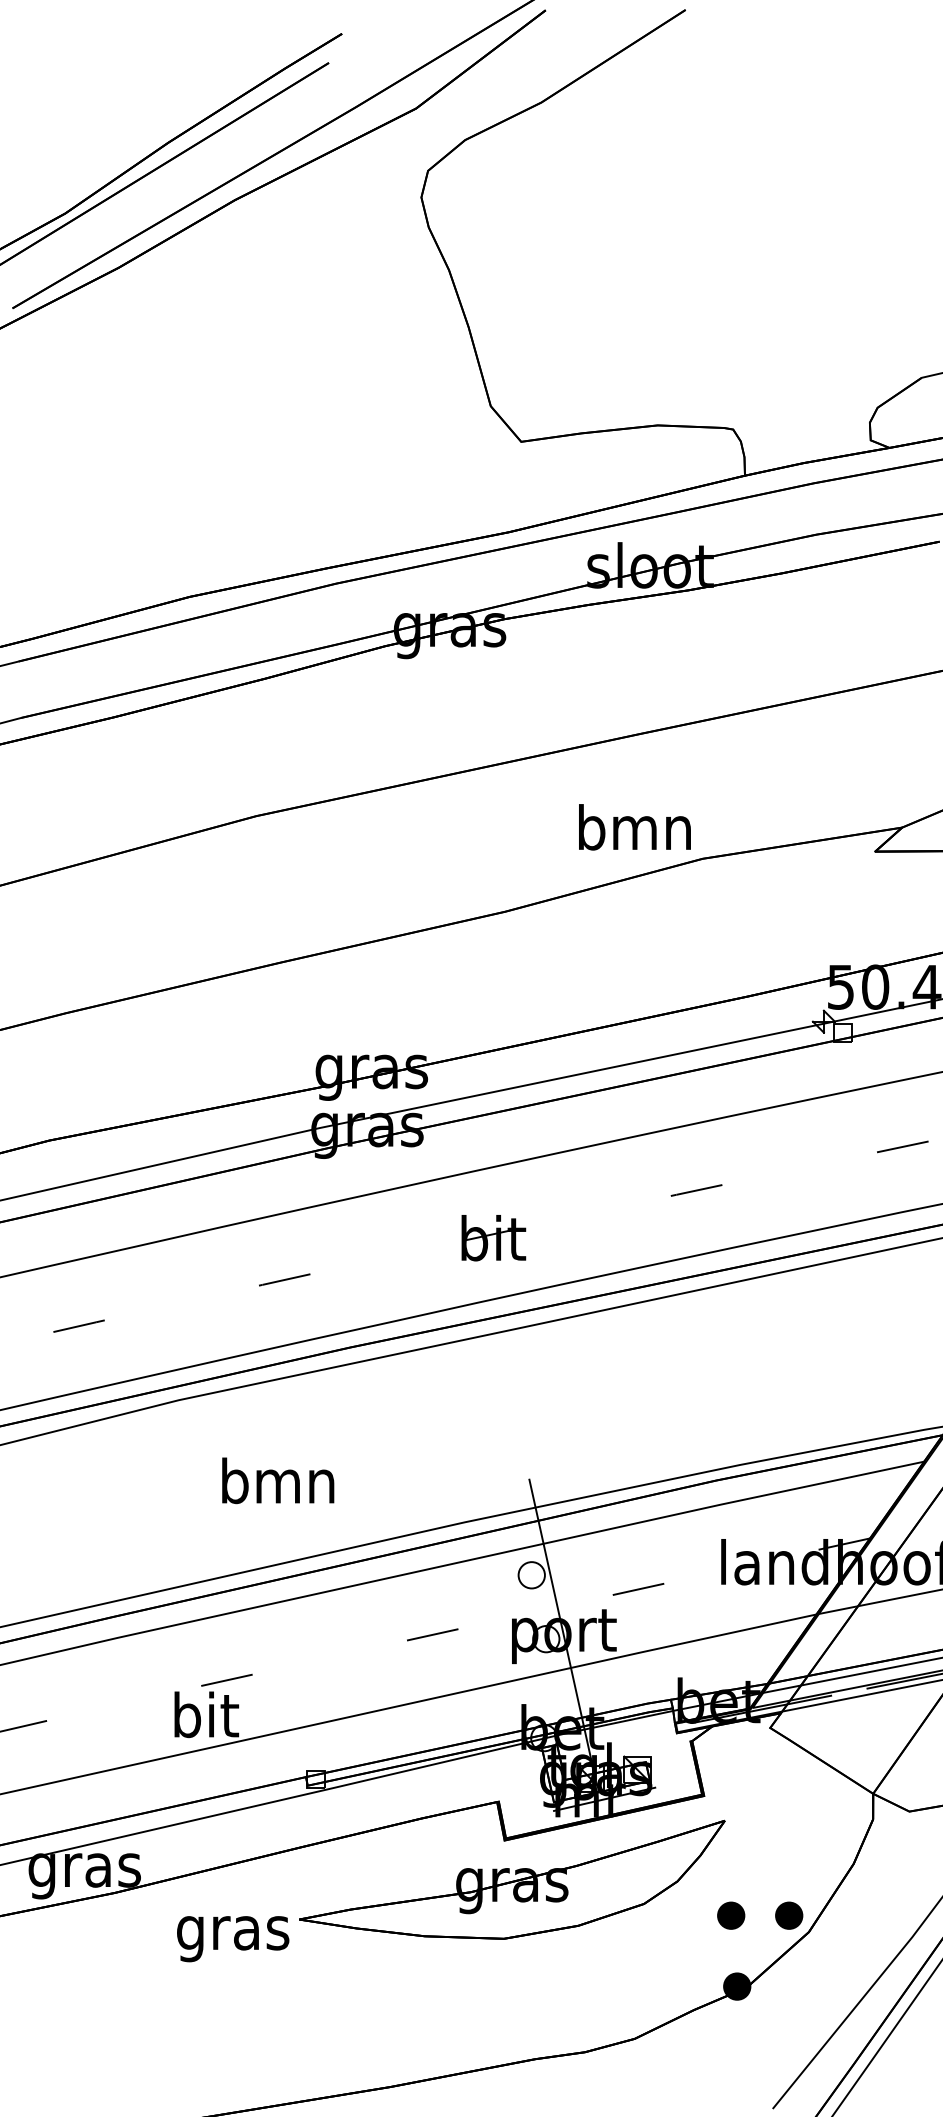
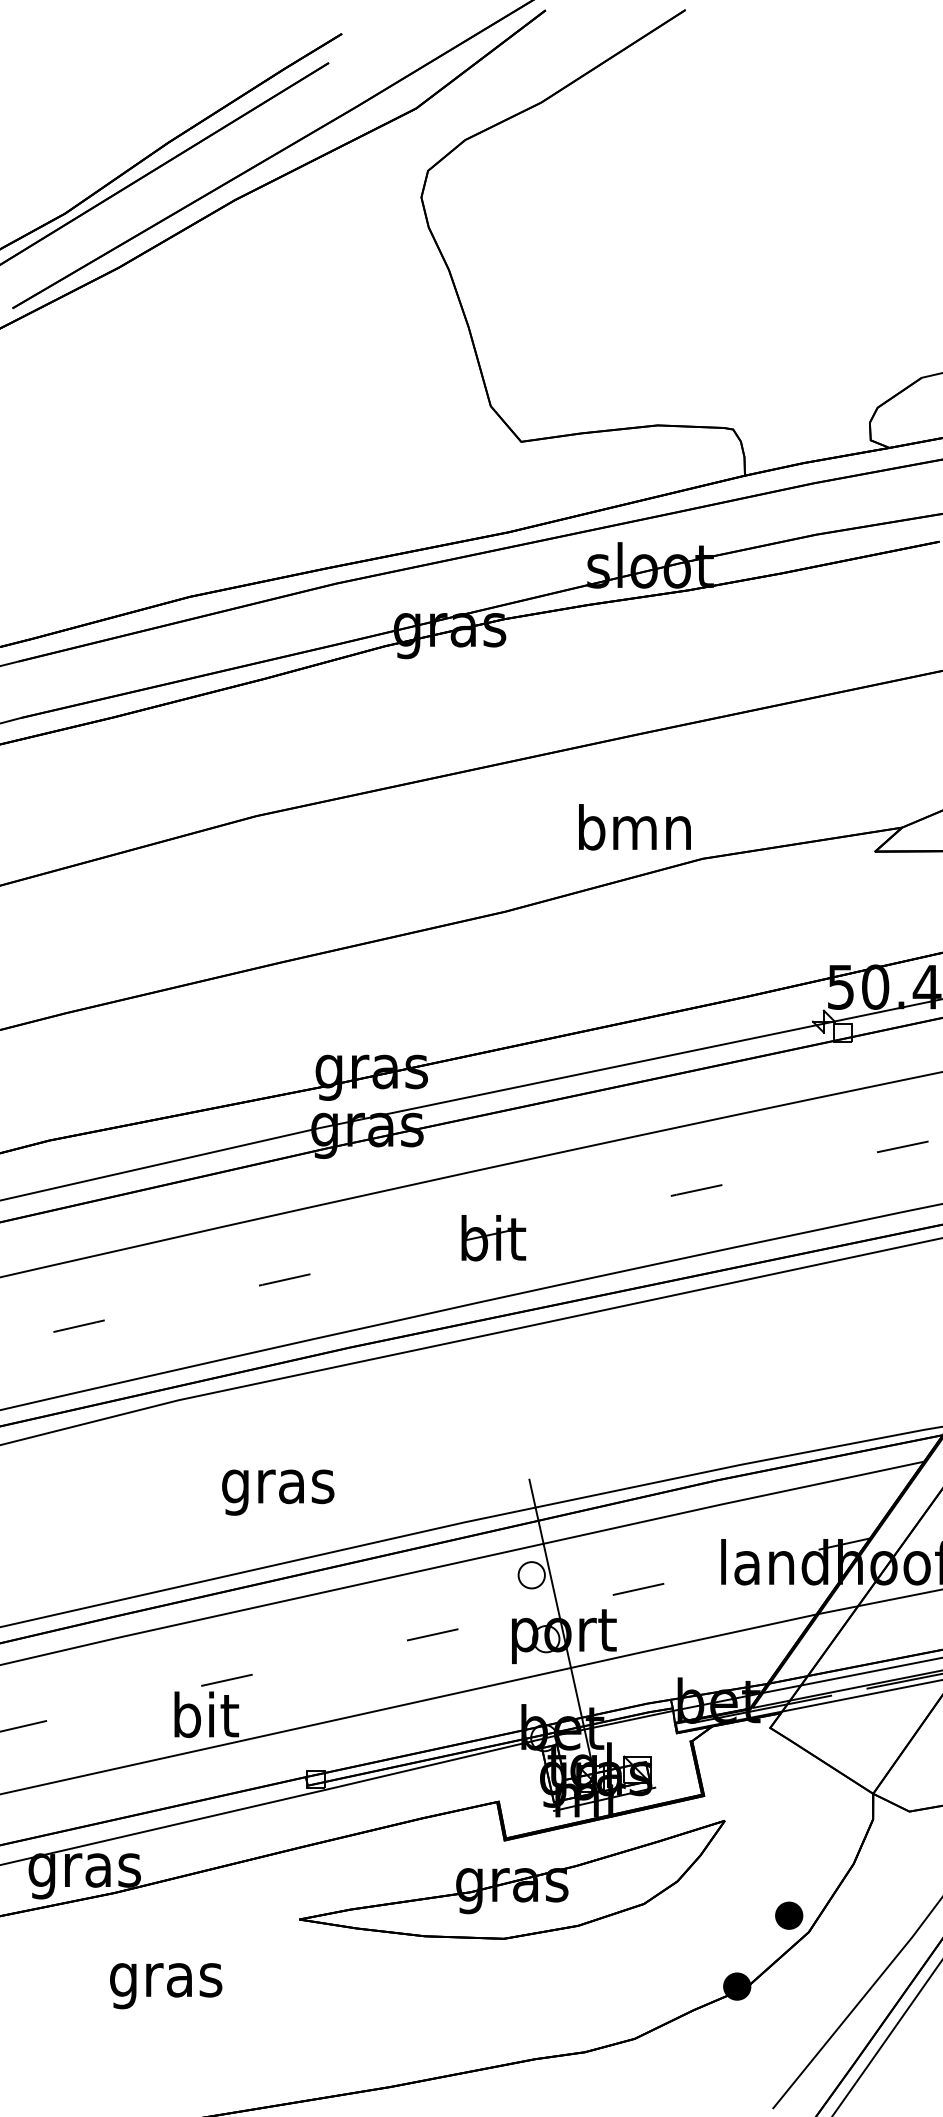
text at (278, 1486): bmn -> gras
part at (731, 1915): present -> none
text at (233, 1939) position: (233, 1939) -> (166, 1986)
